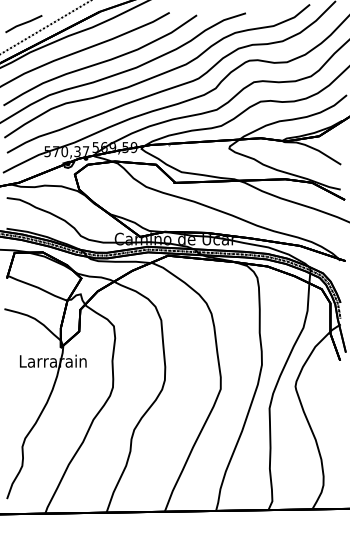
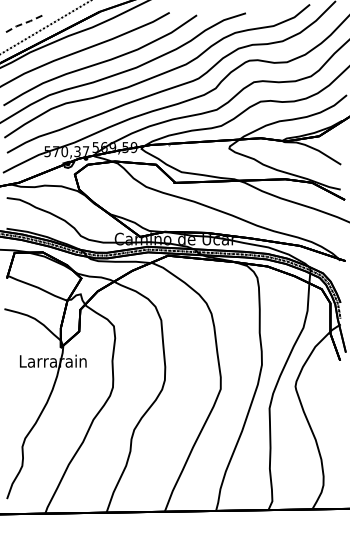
line at (23, 23): solid -> dashed
